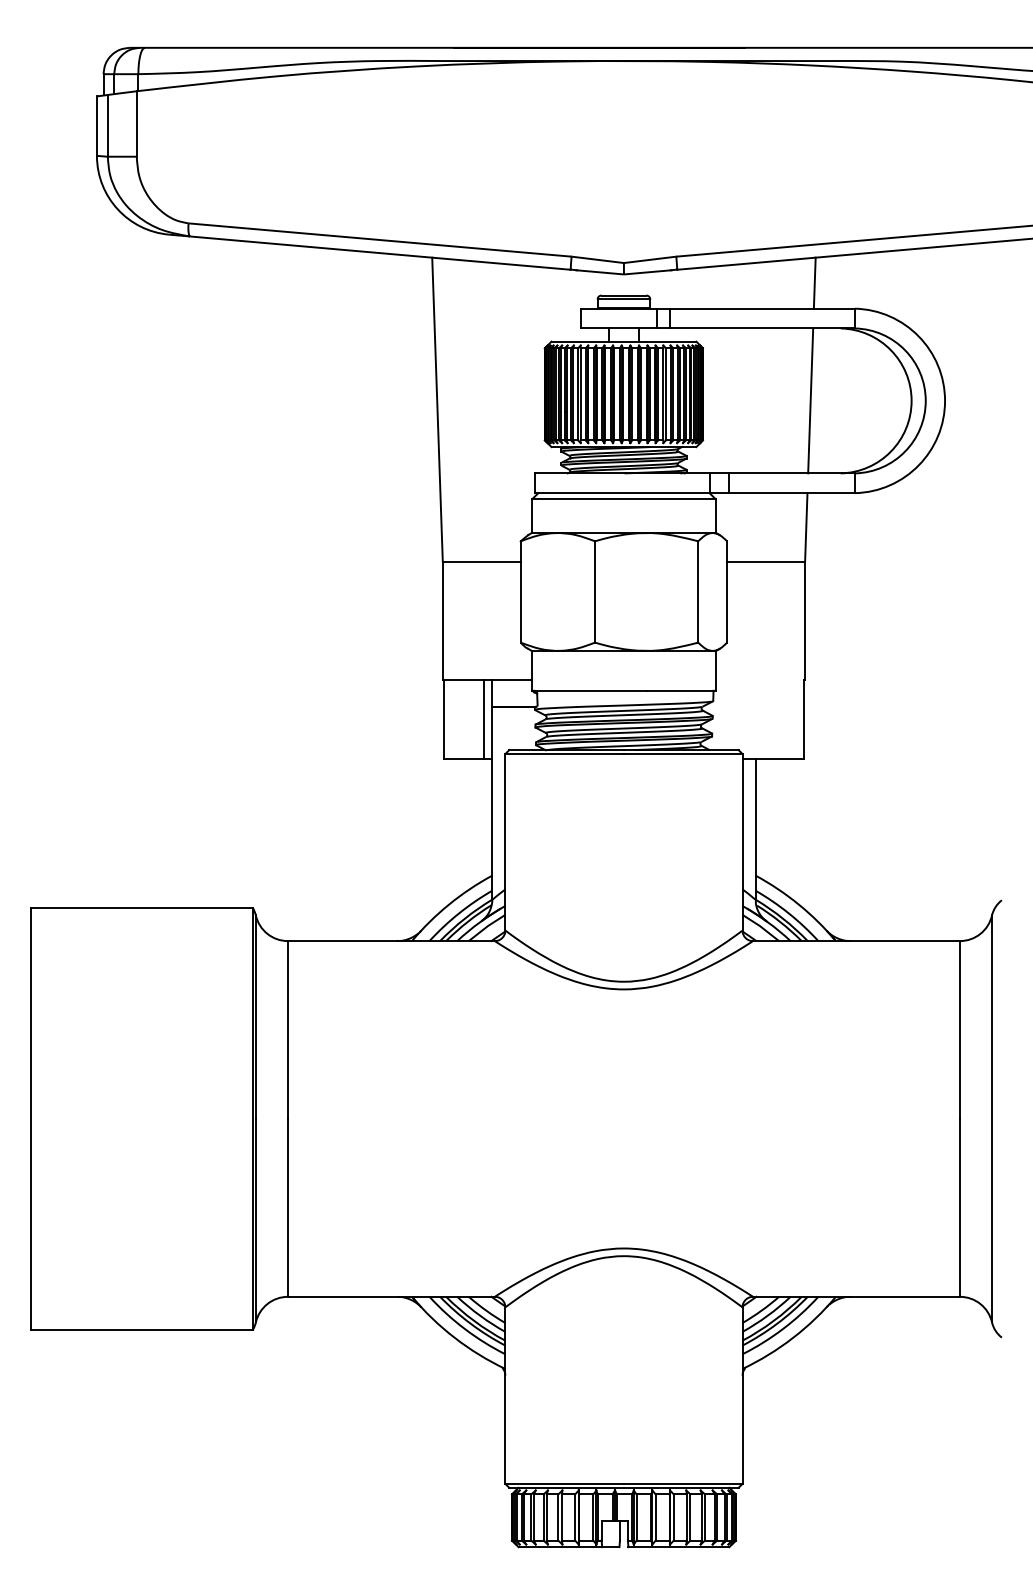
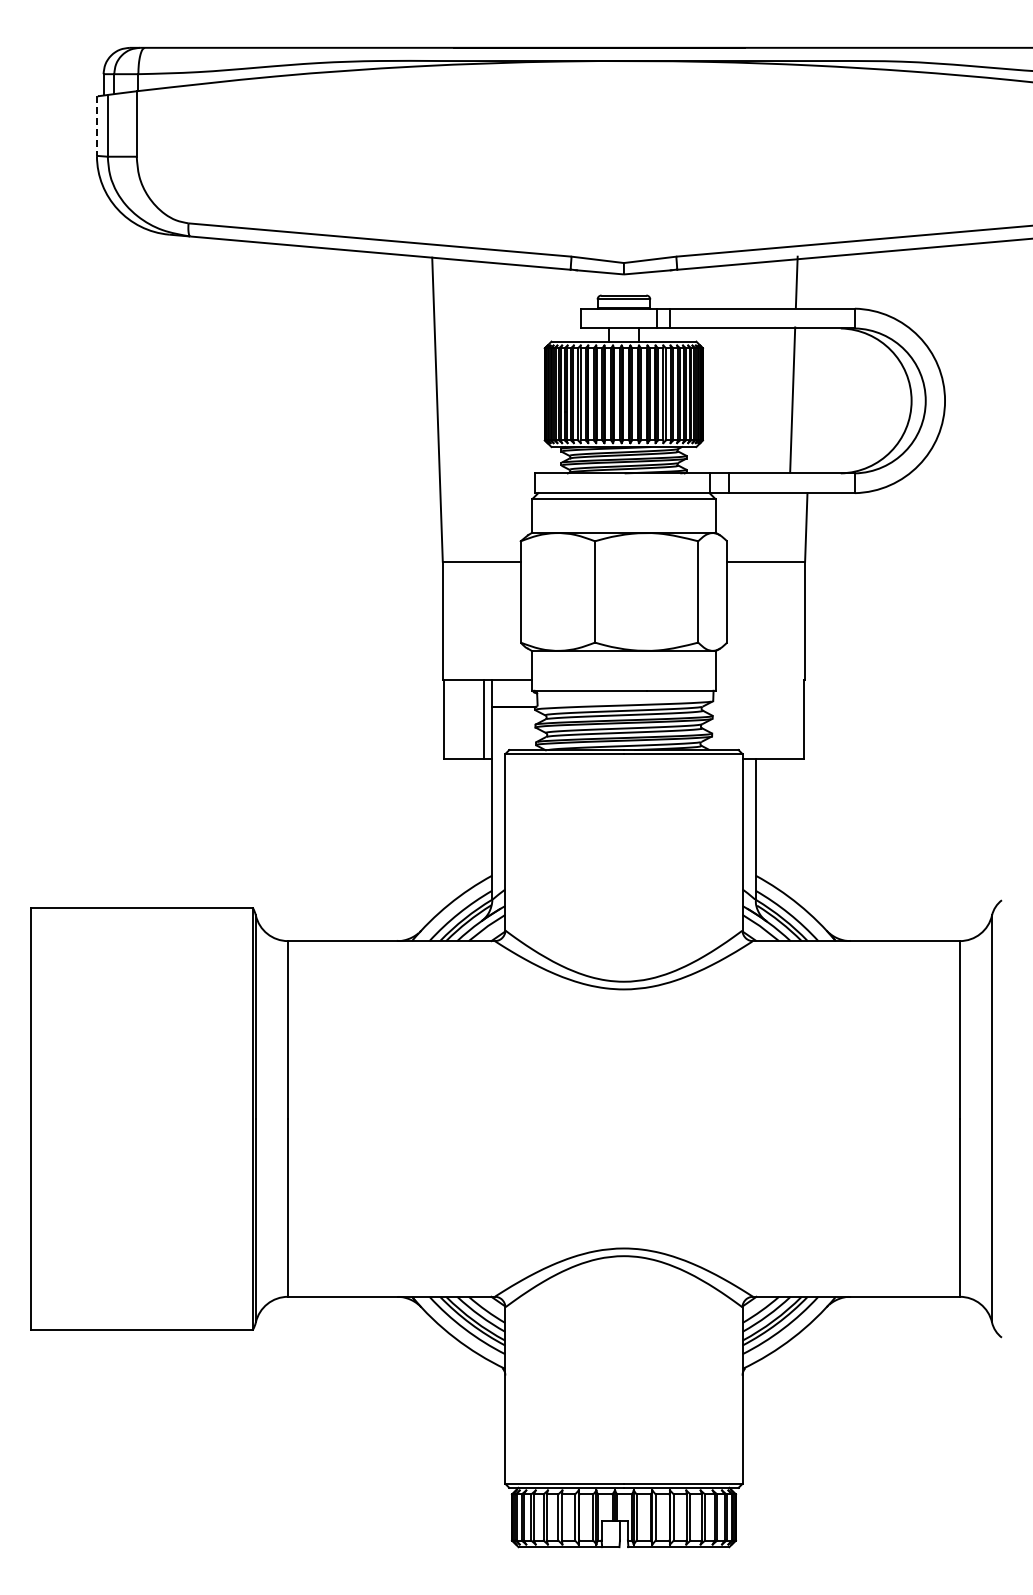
line at (96, 126): solid -> dashed
line at (814, 282) position: (814, 282) -> (796, 281)
line at (810, 400) position: (810, 400) -> (792, 399)
